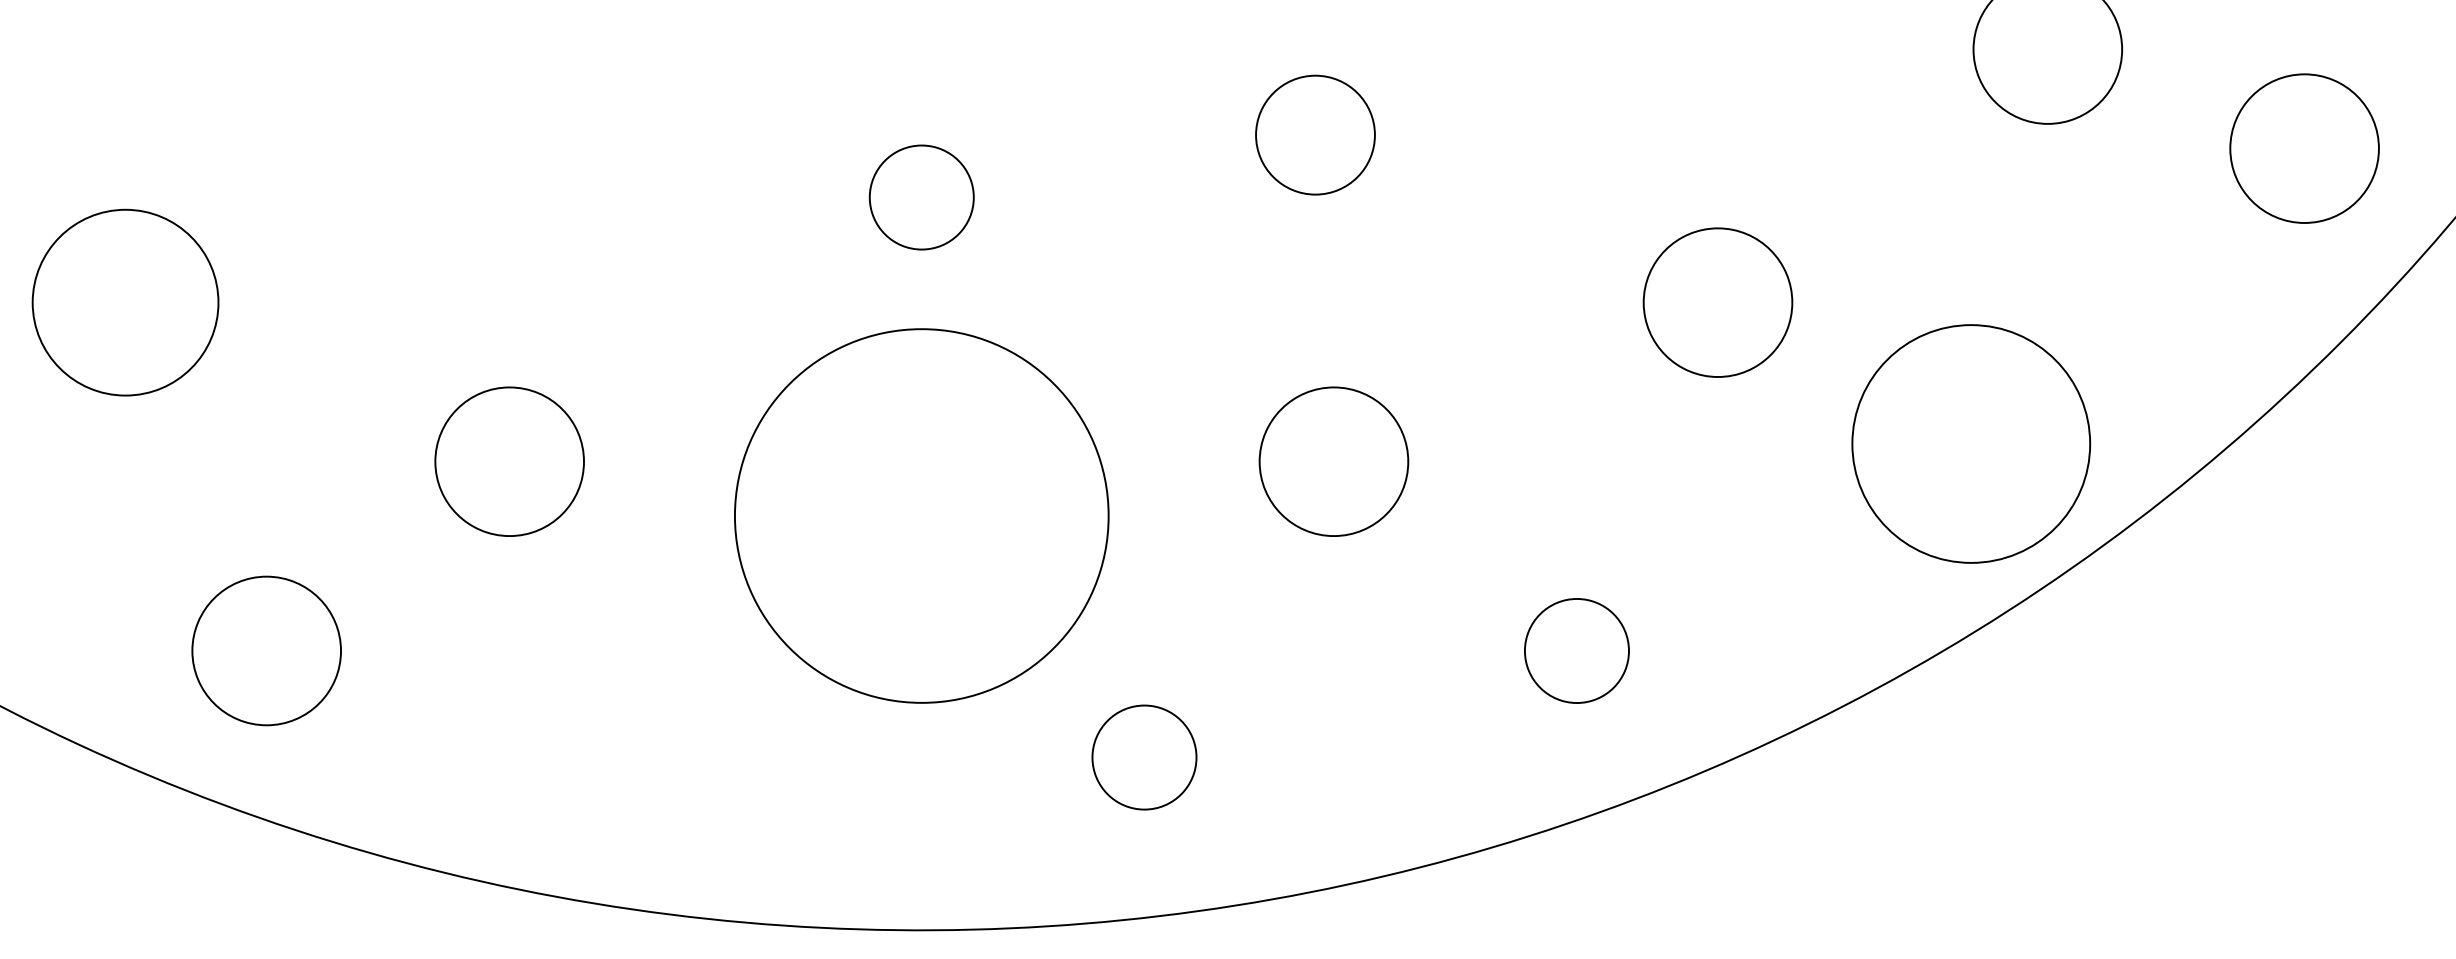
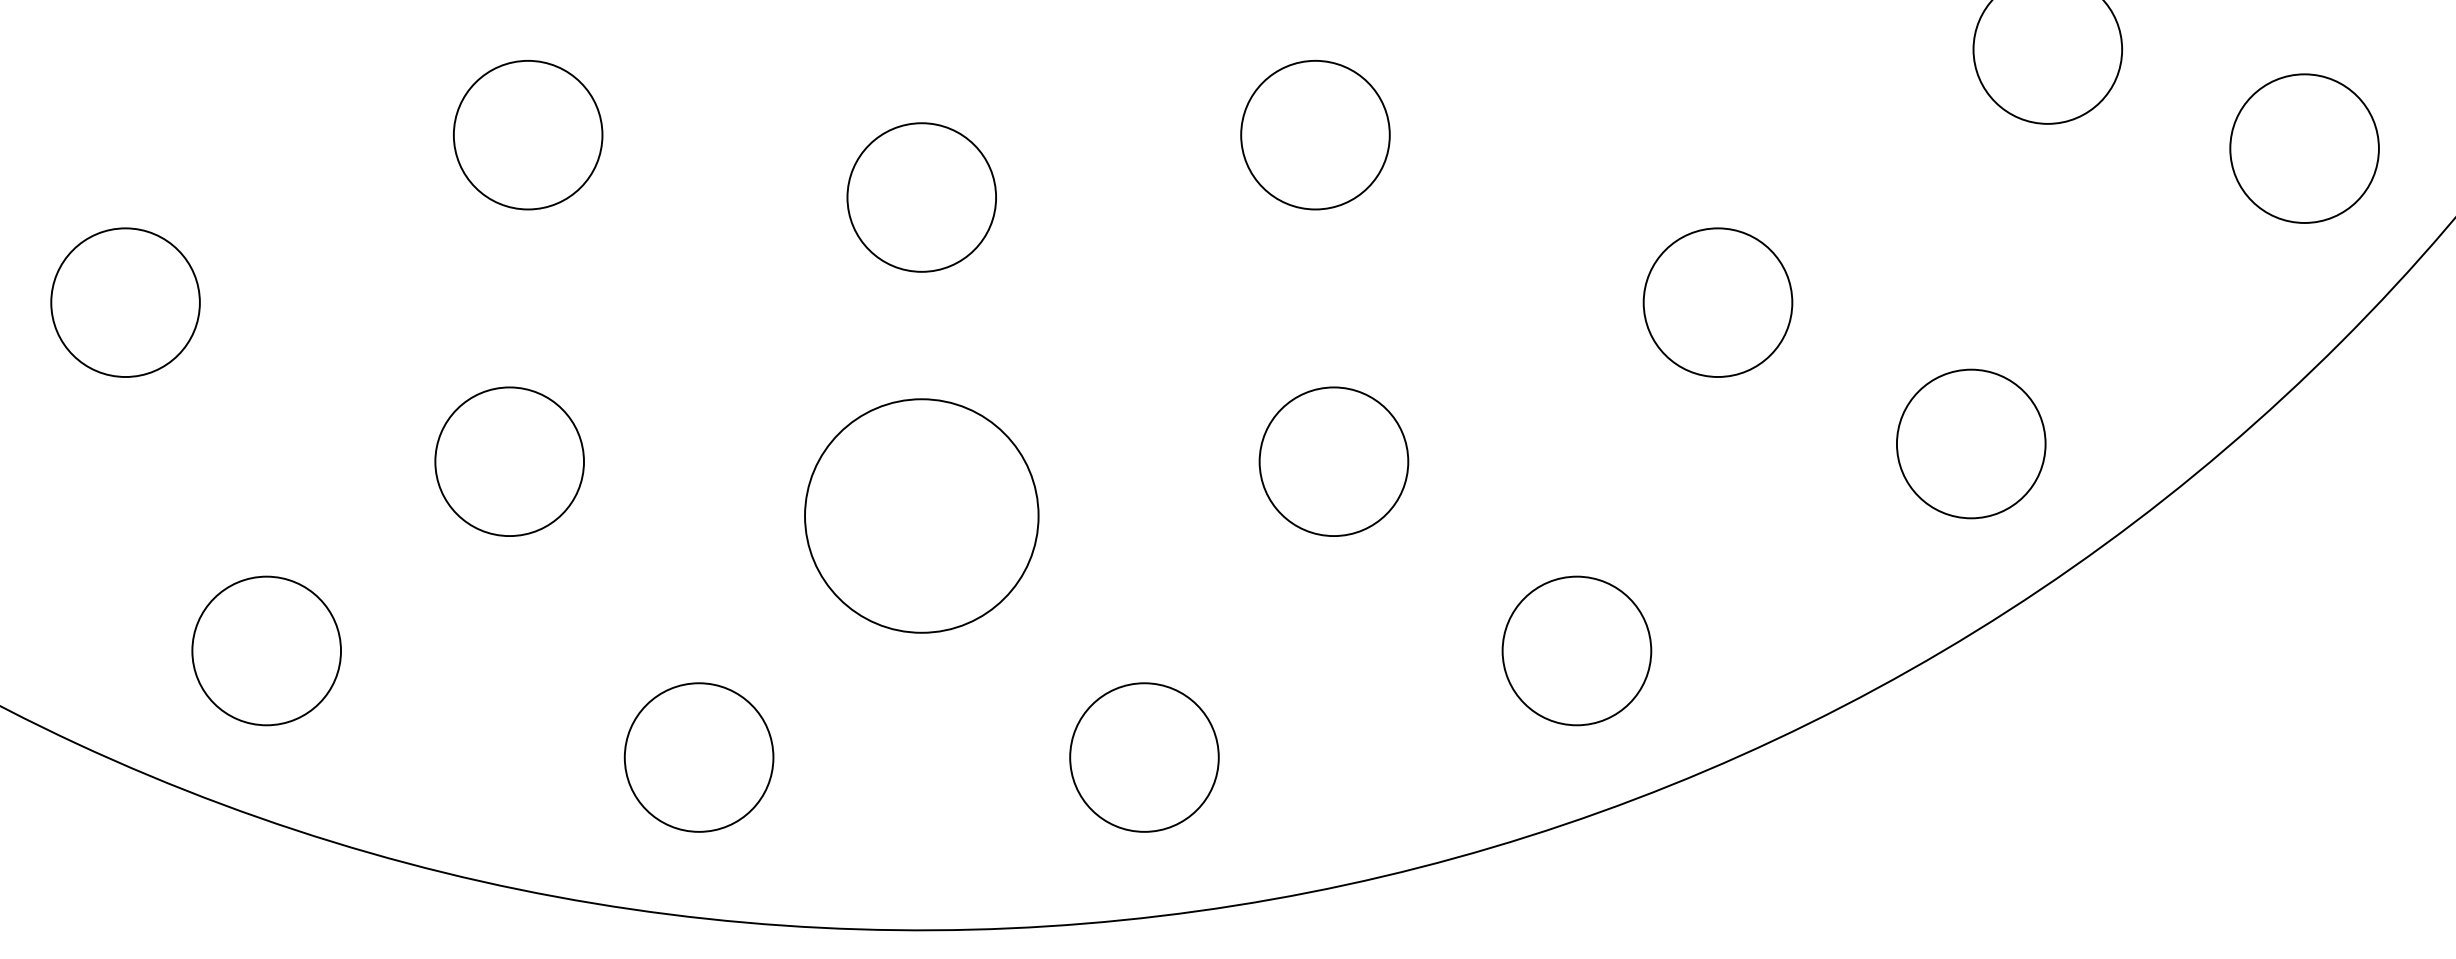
circle at (1315, 134) diameter: 119 px -> 149 px
circle at (528, 135): none -> present
circle at (921, 197) diameter: 104 px -> 149 px
circle at (125, 302) diameter: 186 px -> 149 px
circle at (1971, 443) diameter: 238 px -> 149 px
circle at (921, 515) diameter: 374 px -> 234 px
circle at (1576, 650) size: 106x106 px -> 152x152 px
circle at (698, 757): none -> present
circle at (1144, 757) diameter: 104 px -> 149 px
